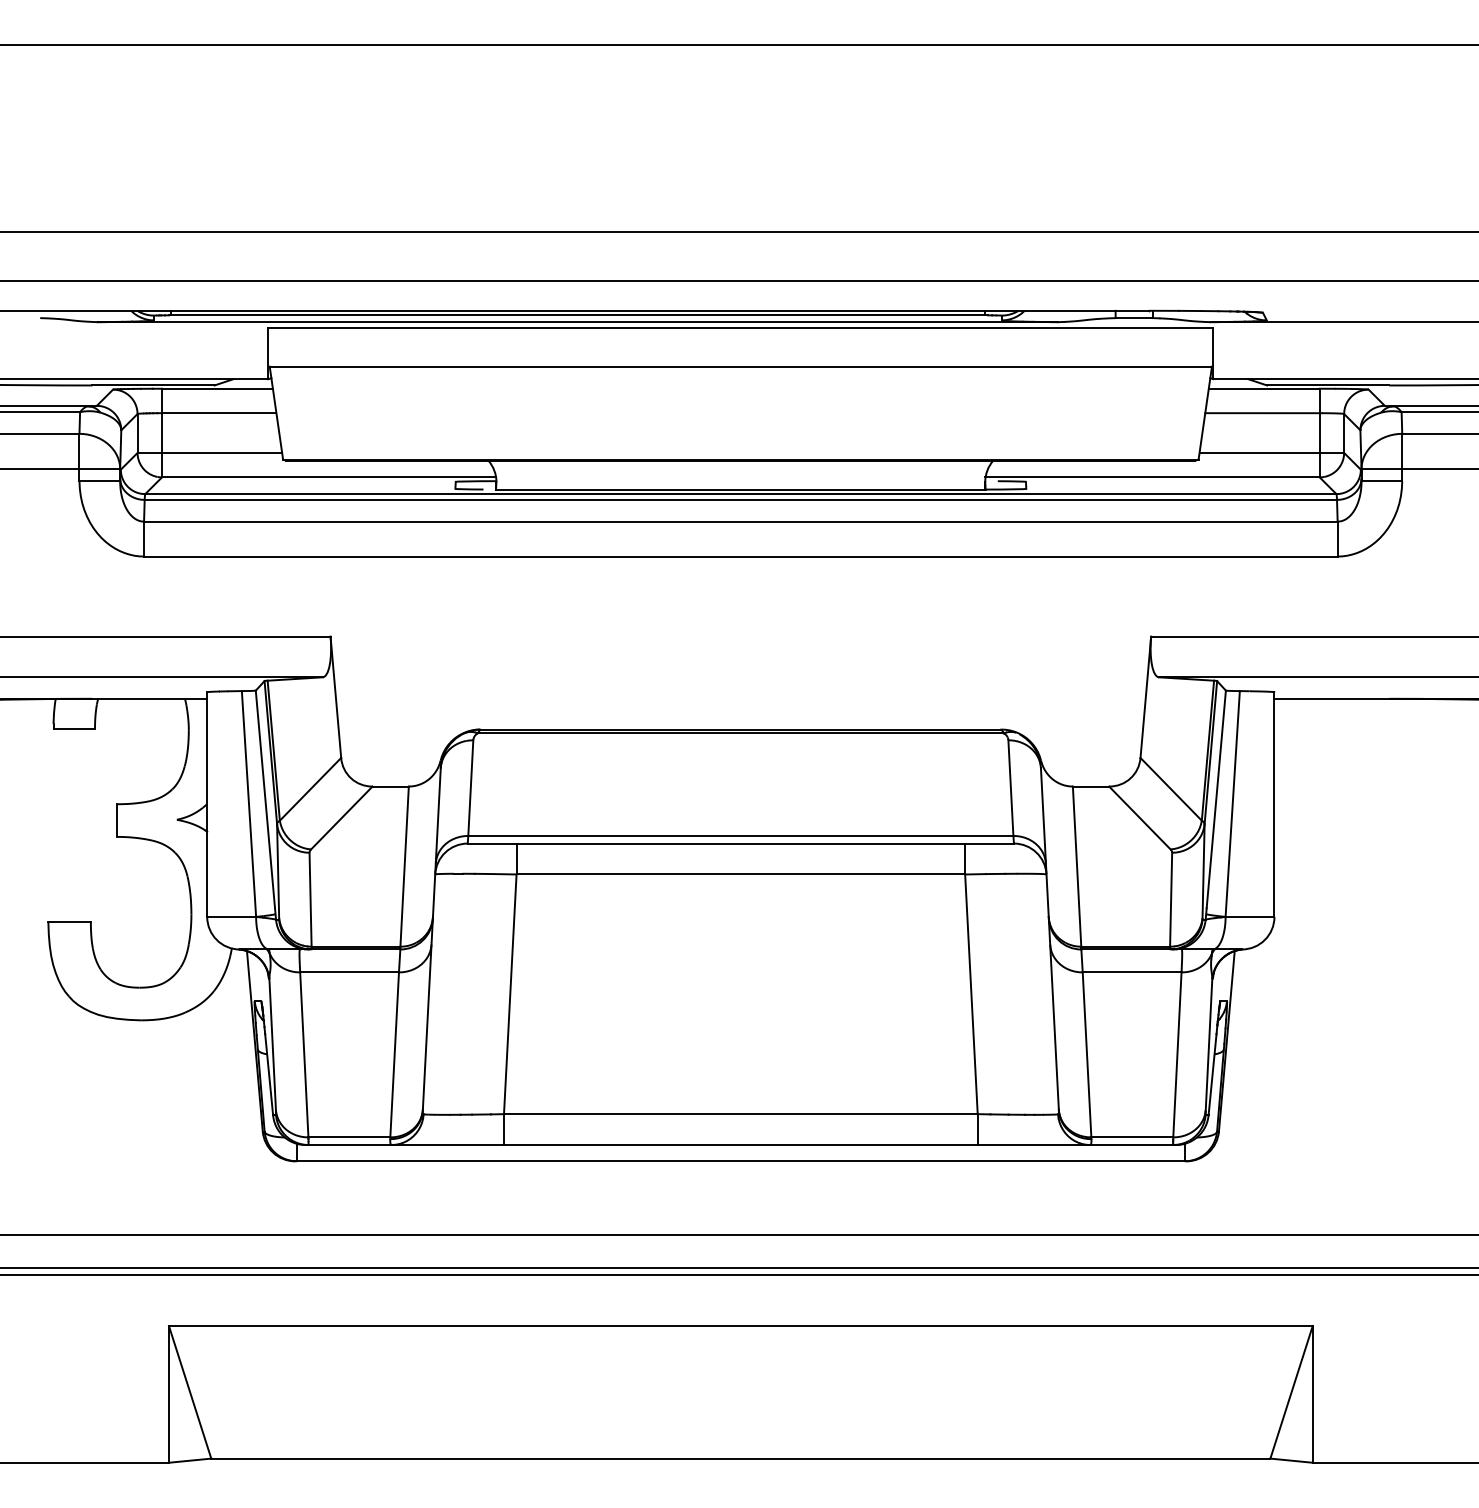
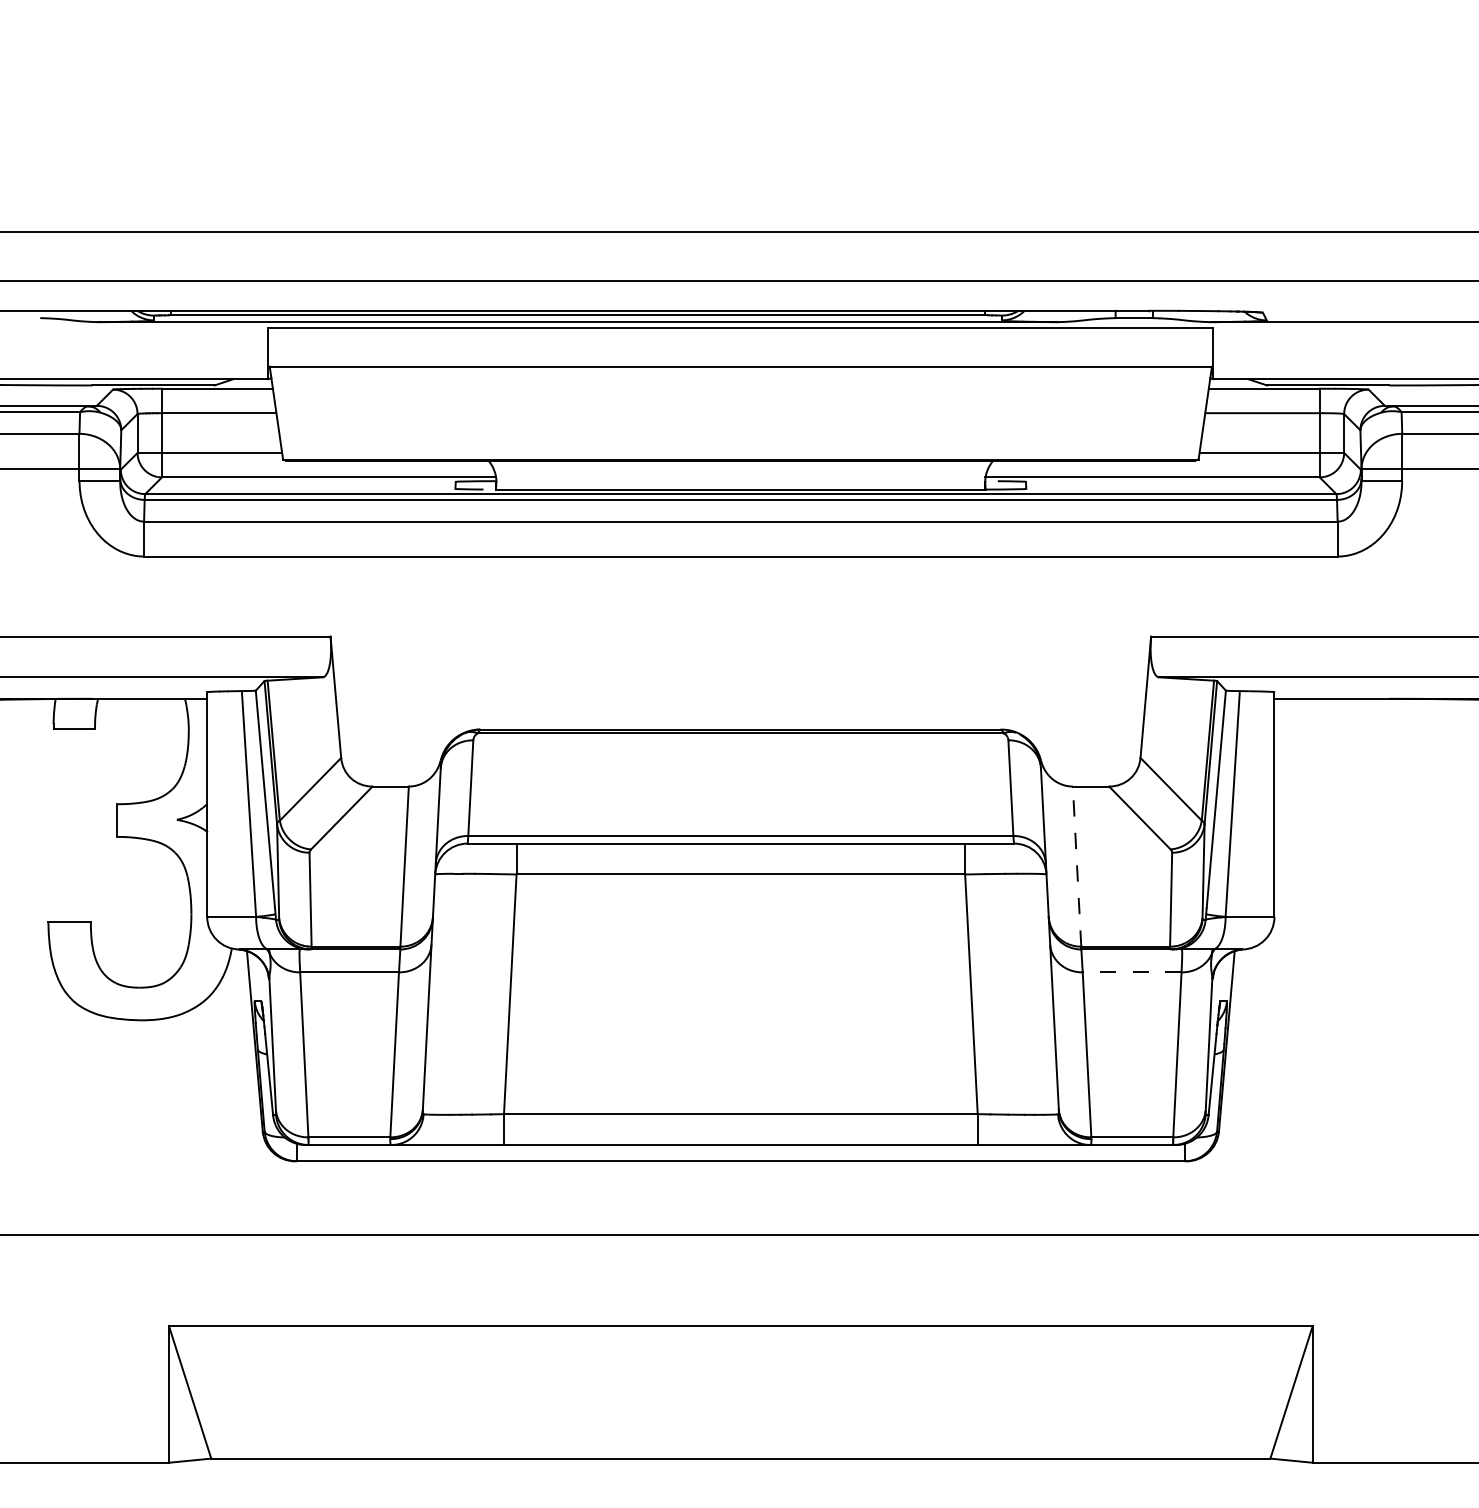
line at (738, 45): present -> none
line at (1077, 866): solid -> dashed
line at (1131, 972): solid -> dashed
line at (738, 1267): present -> none
line at (738, 1274): present -> none
